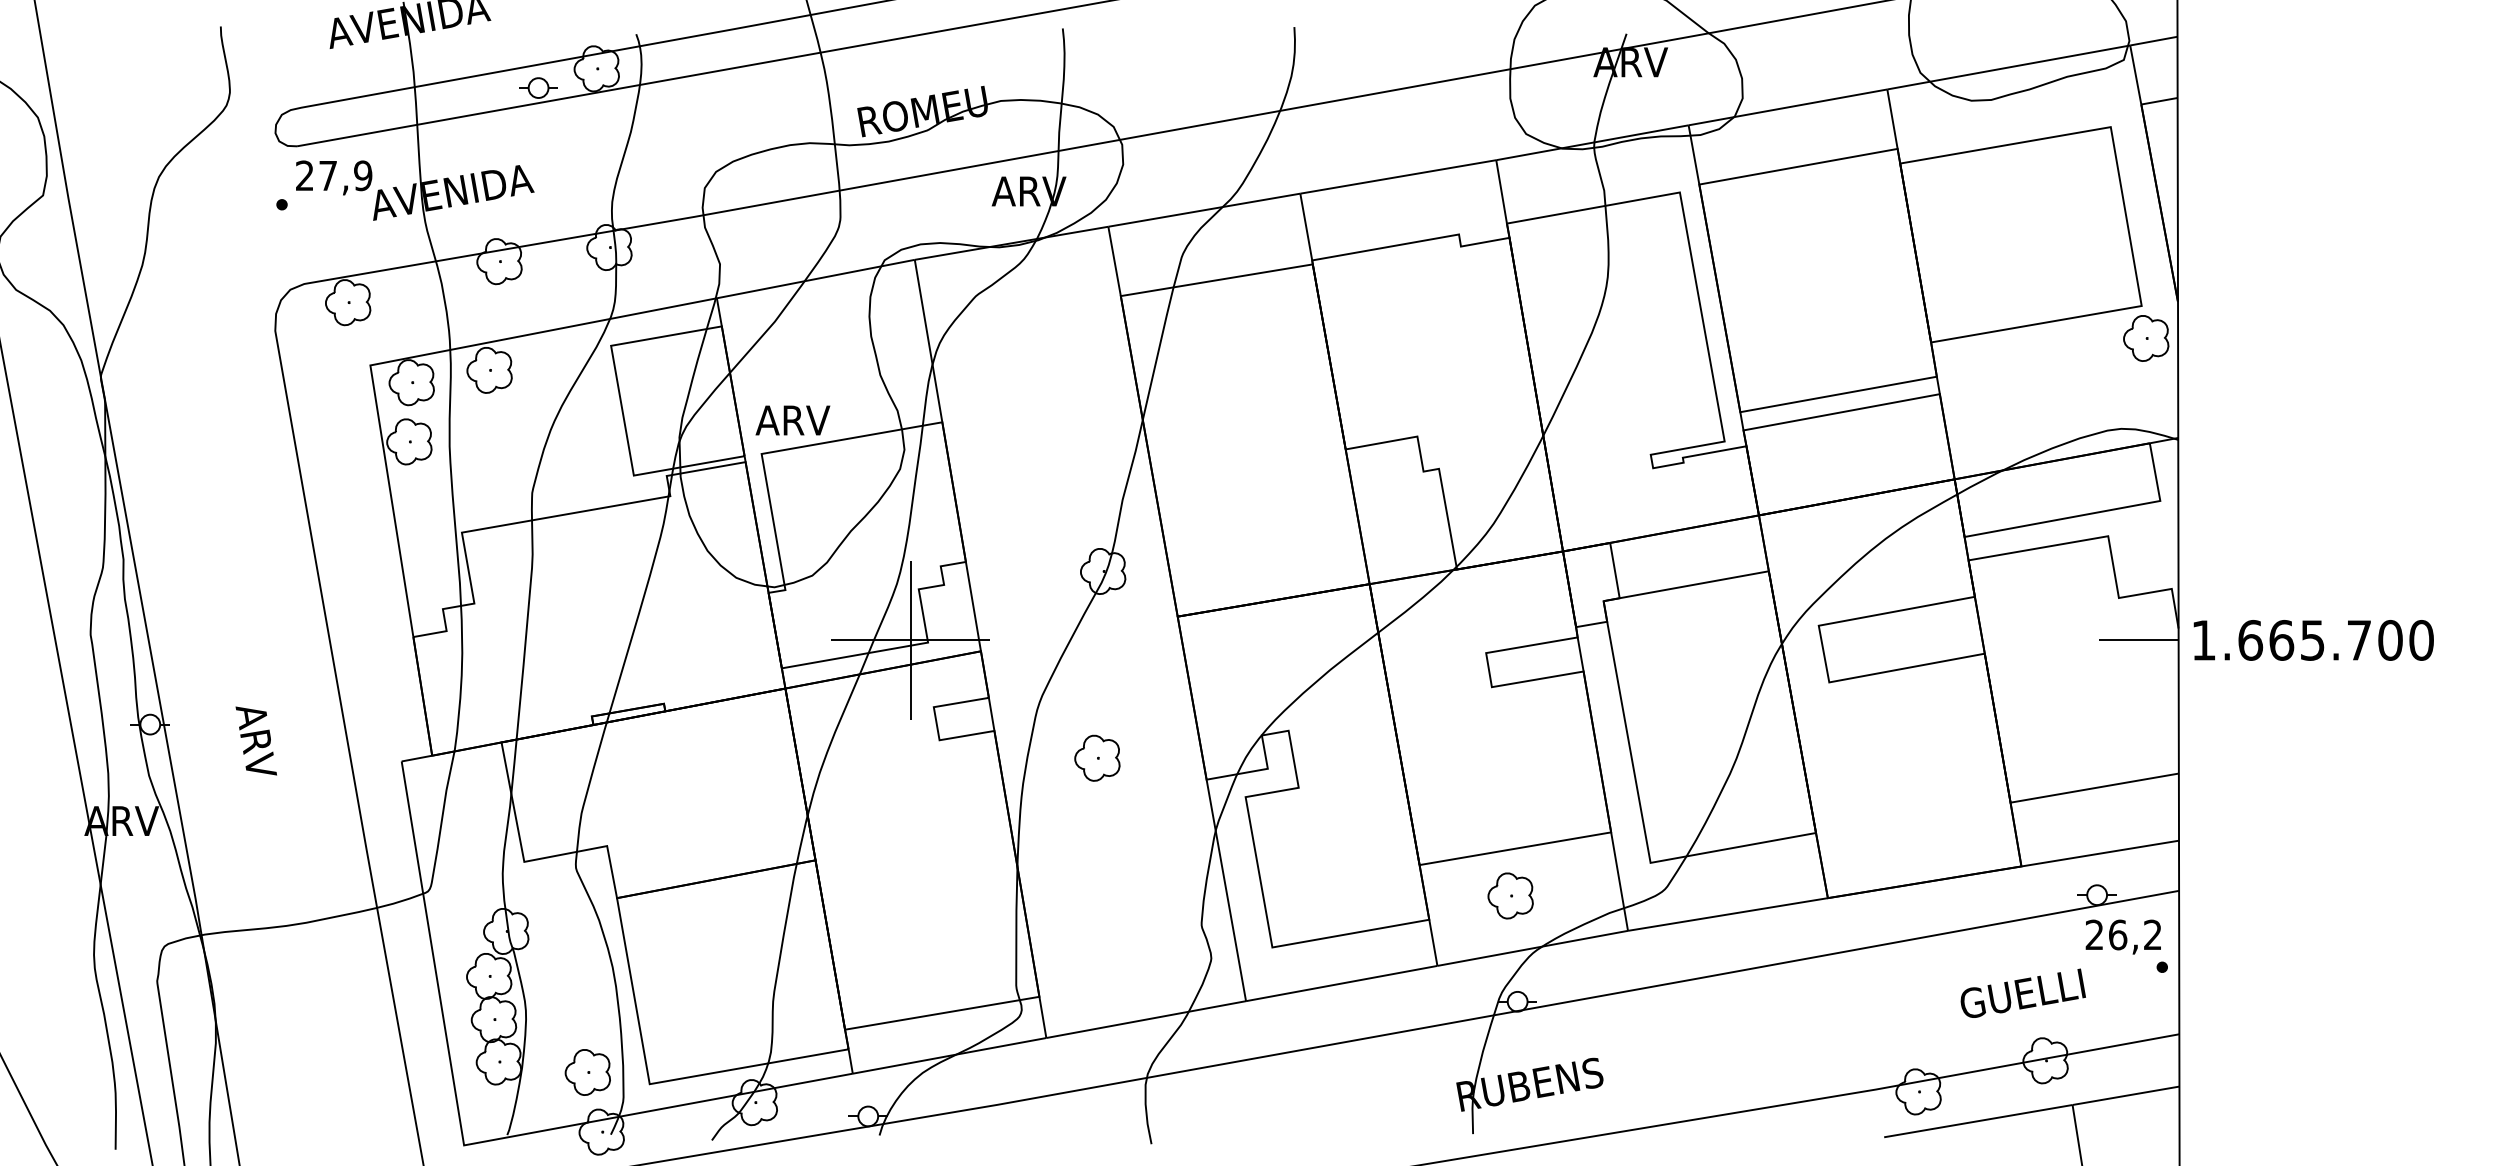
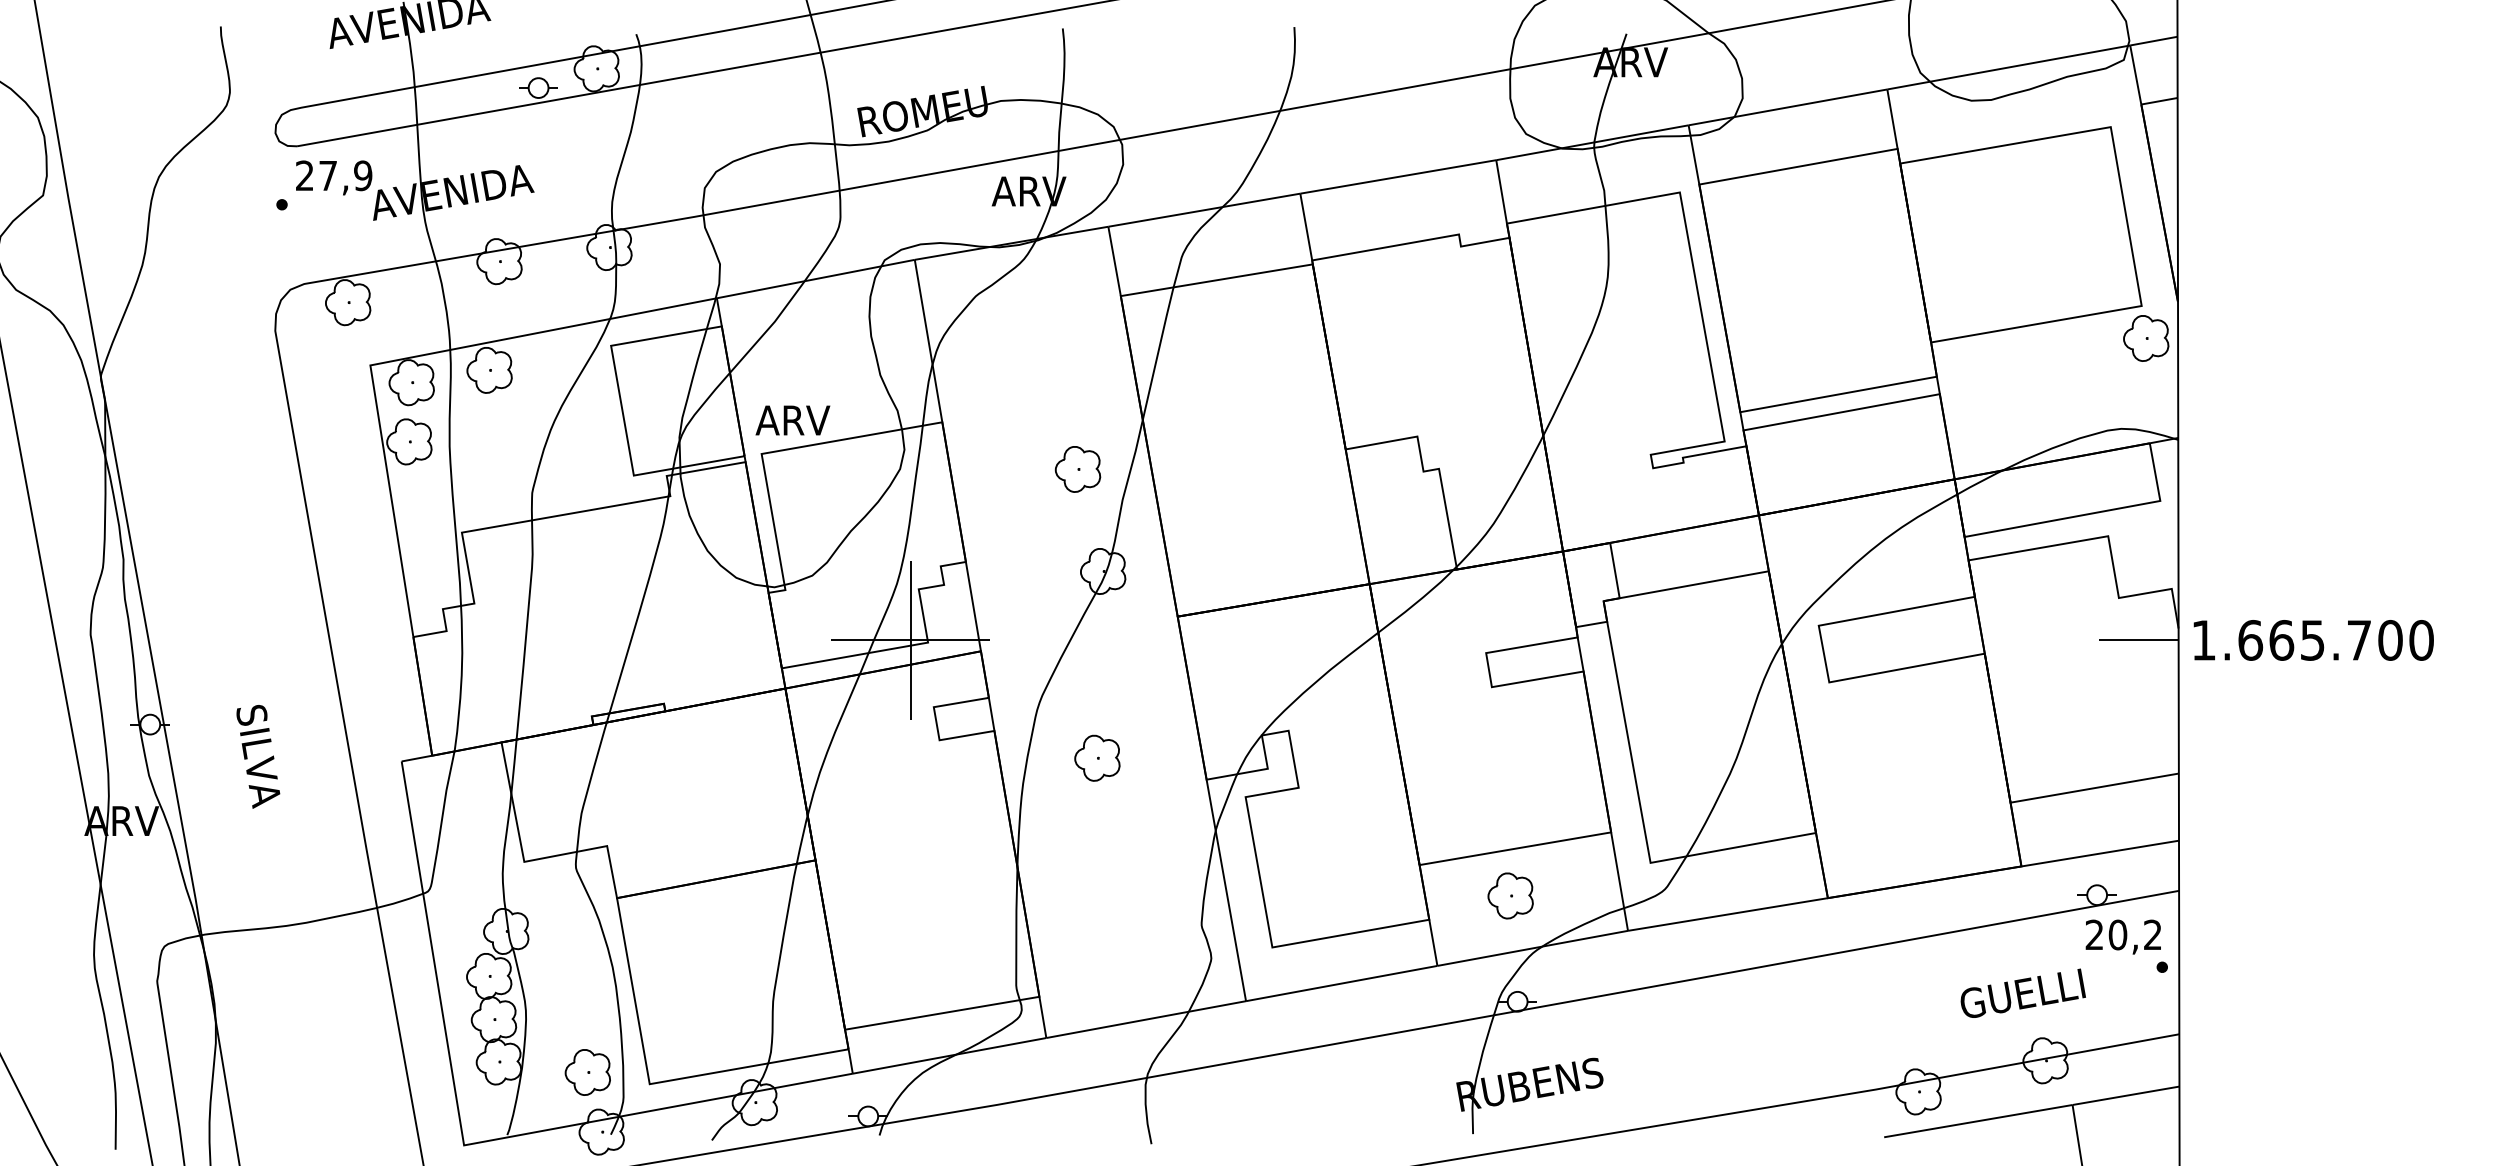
part at (1077, 469): none -> present
text at (257, 756): ARV -> SILVA
text at (2117, 934): 26,2 -> 20,2
